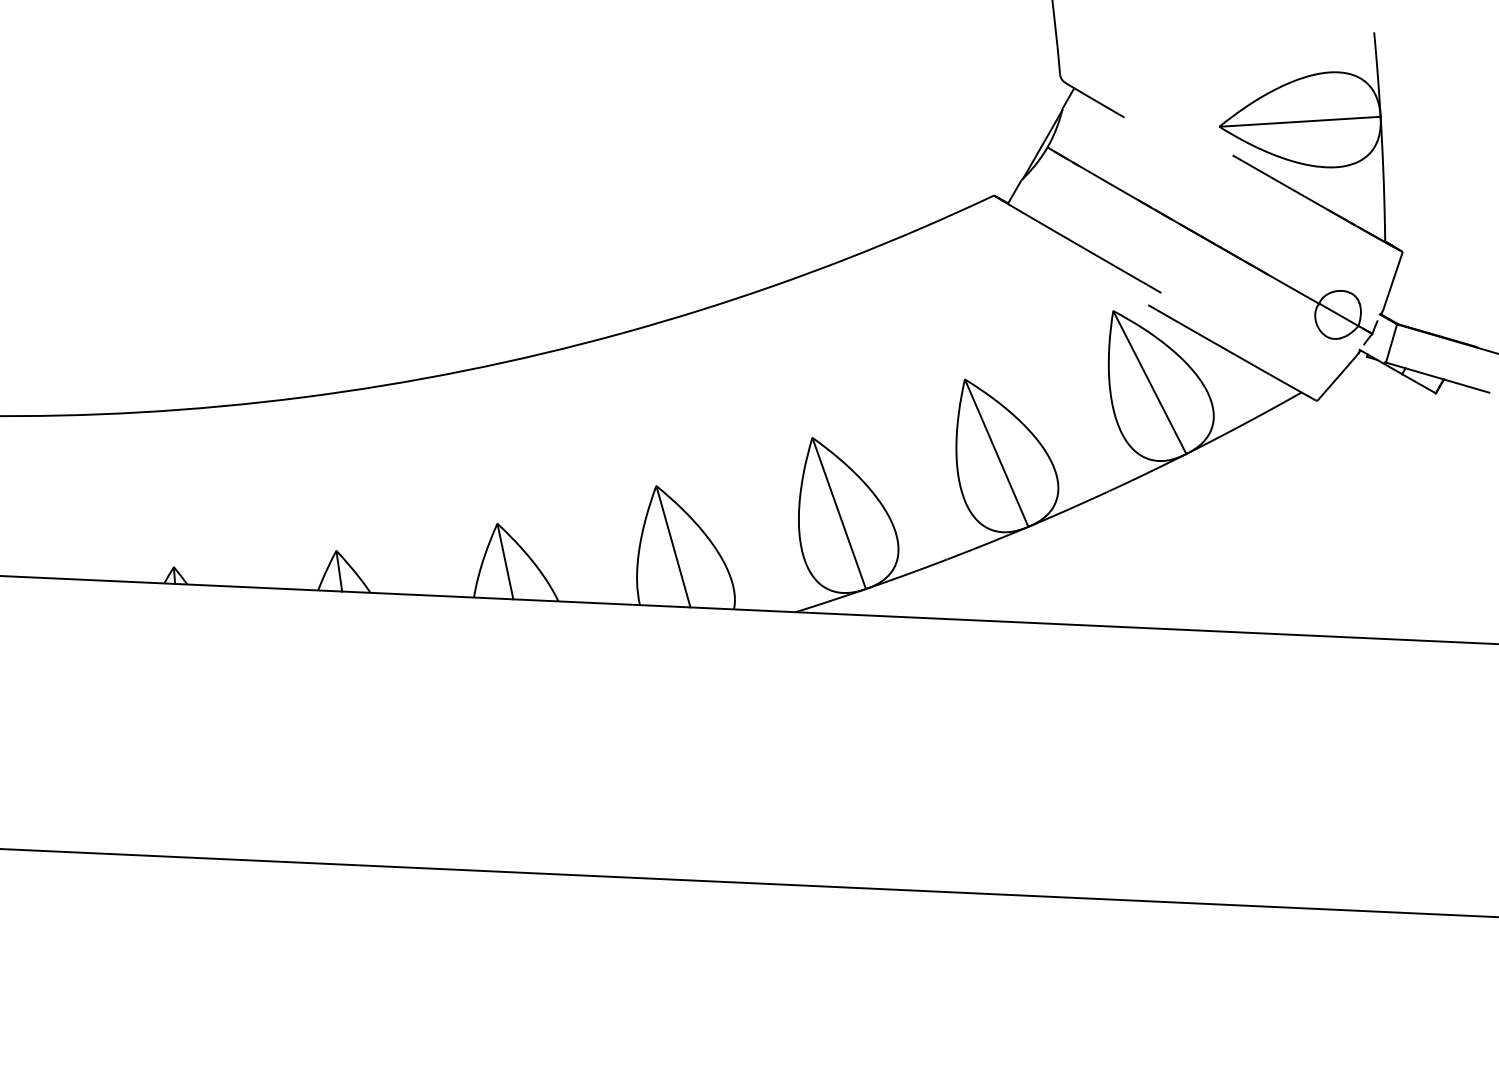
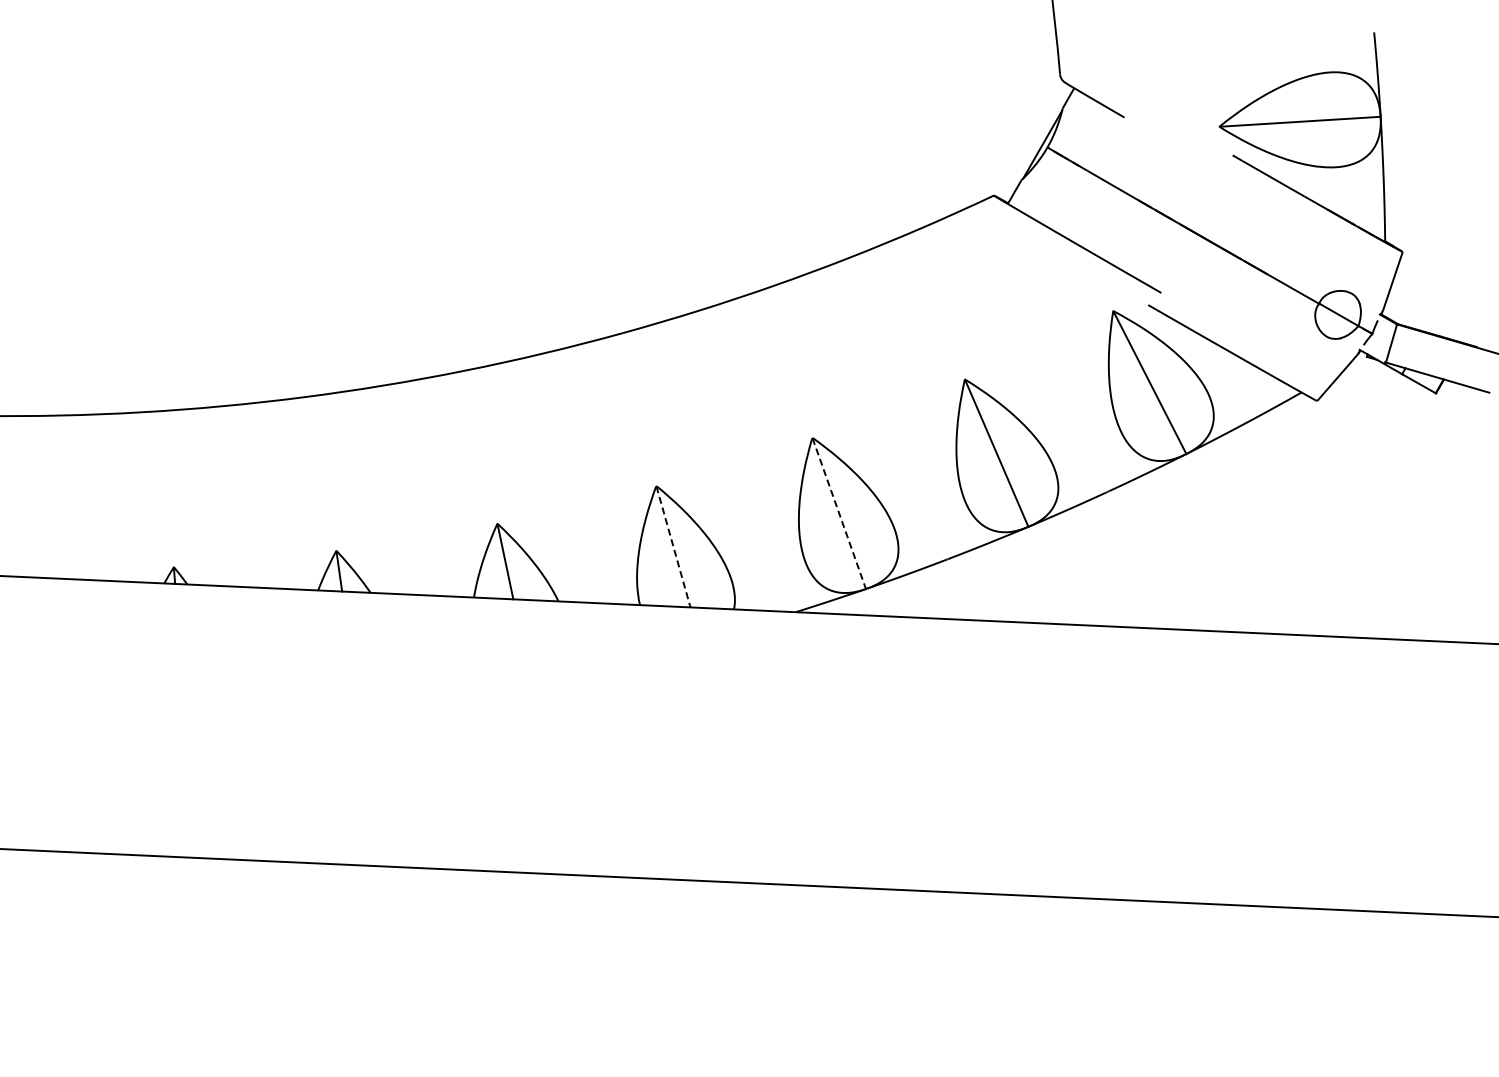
line at (839, 513): solid -> dashed
line at (673, 546): solid -> dashed
